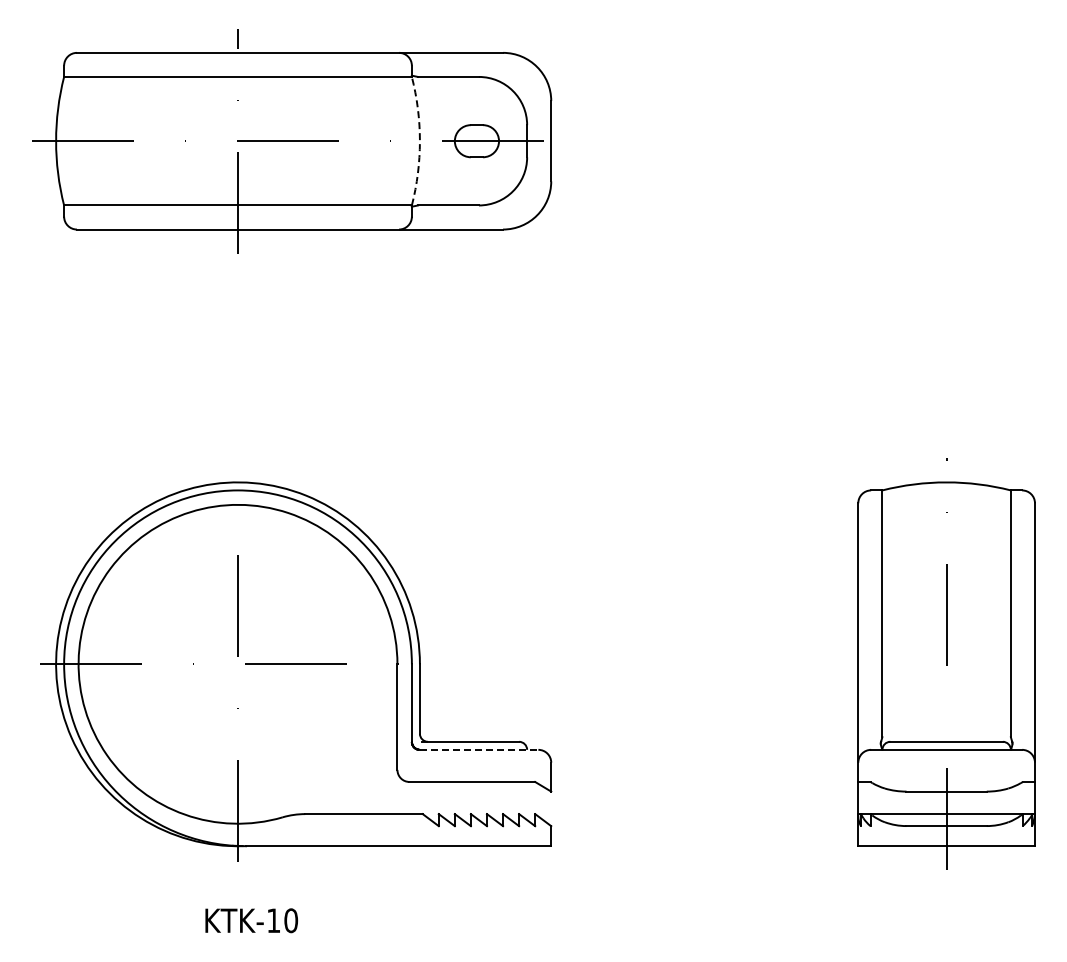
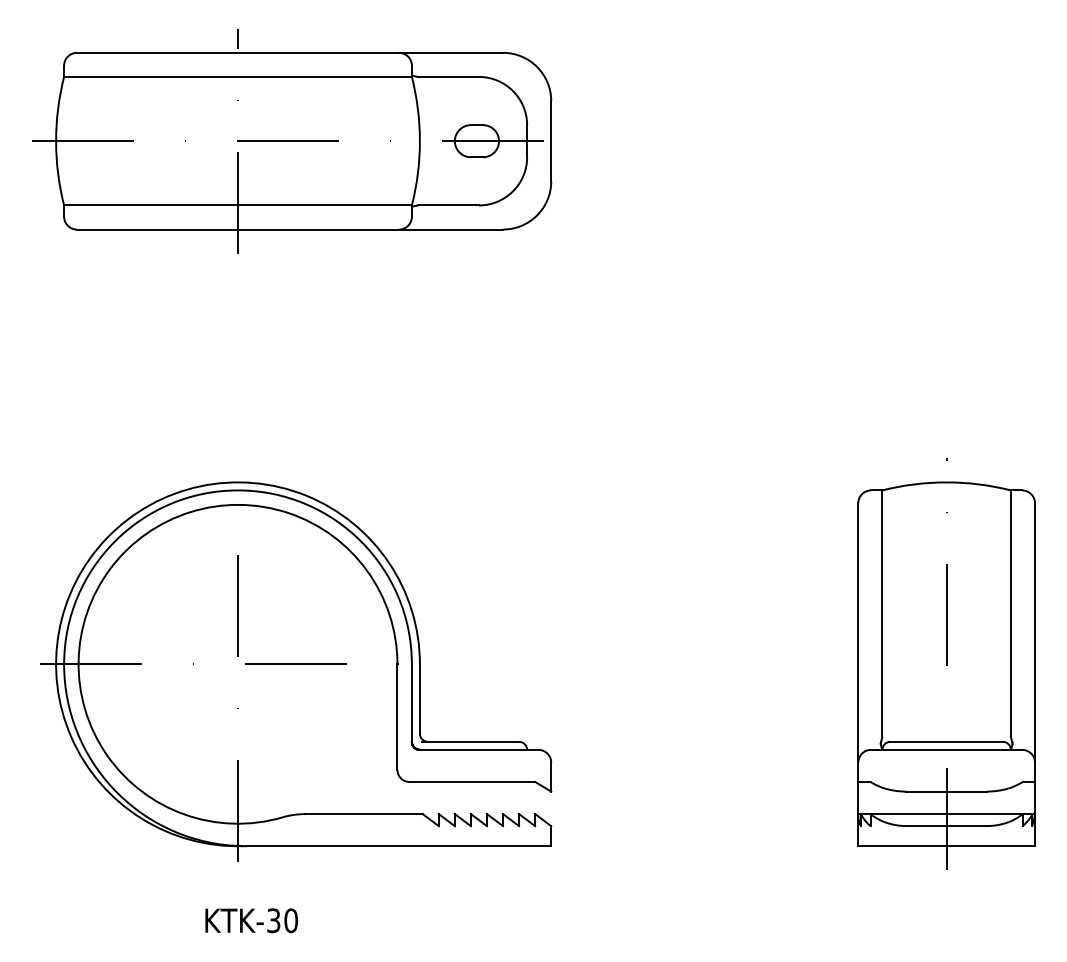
arc at (419, 141): dashed -> solid
line at (479, 749): dashed -> solid
text at (273, 920): KTK-10 -> KTK-30
